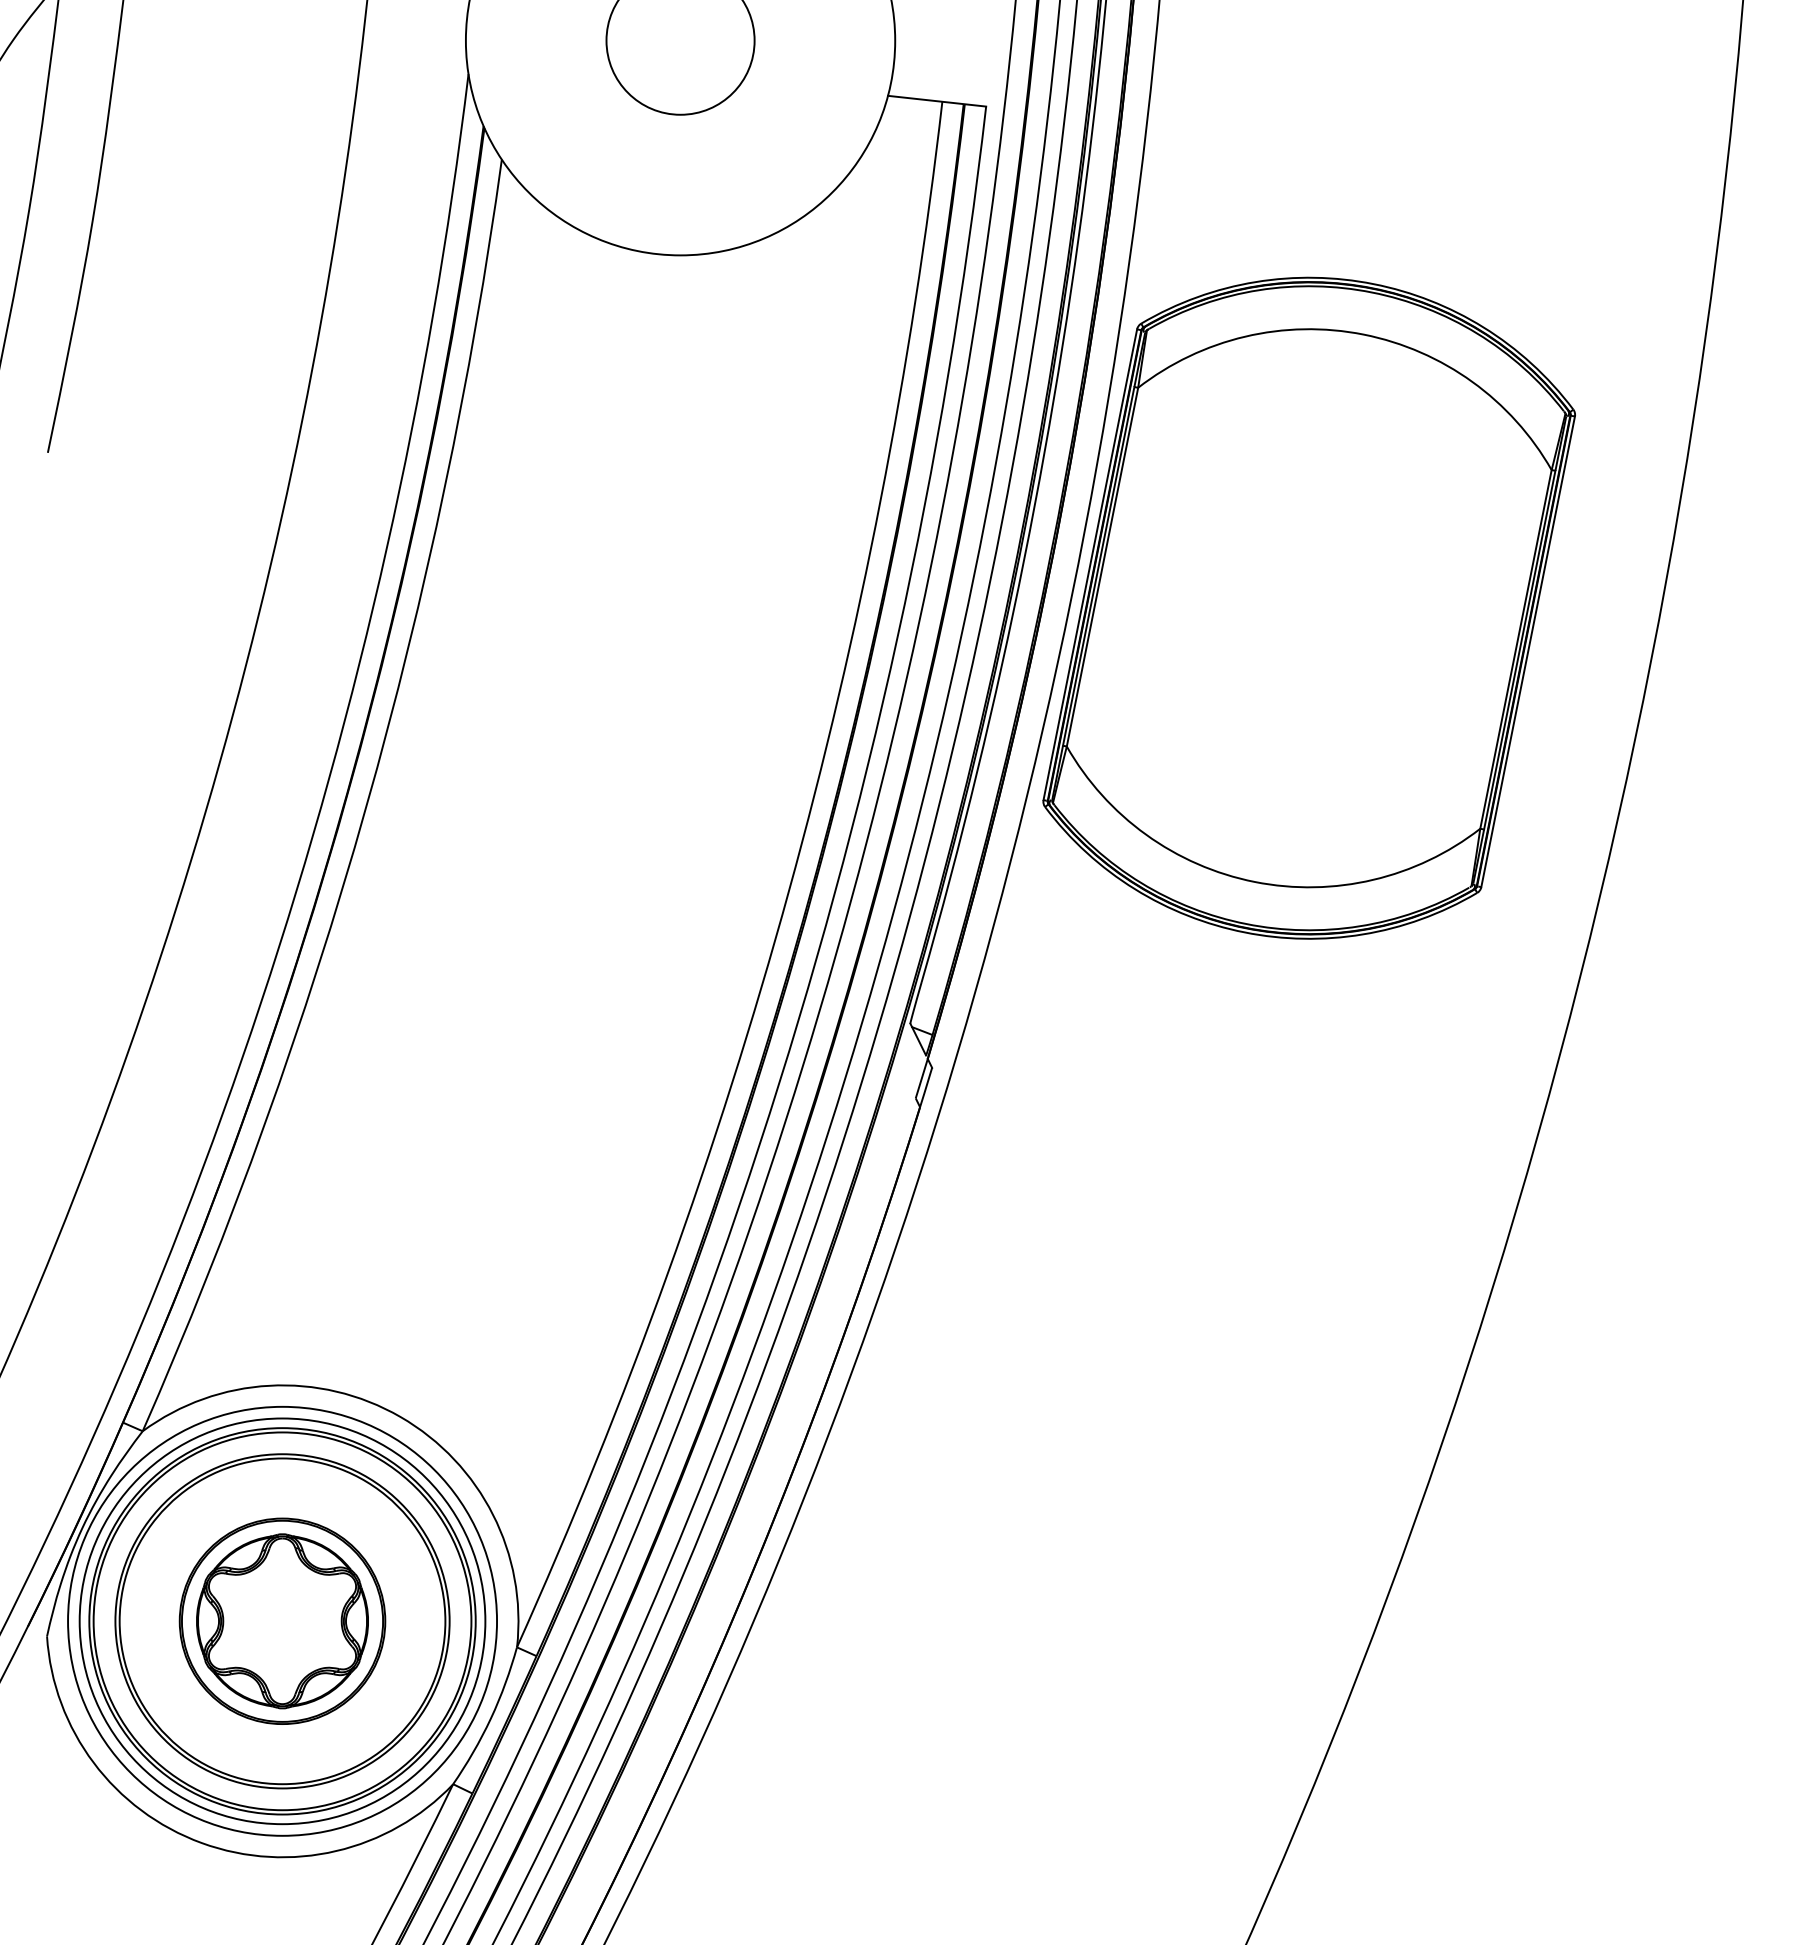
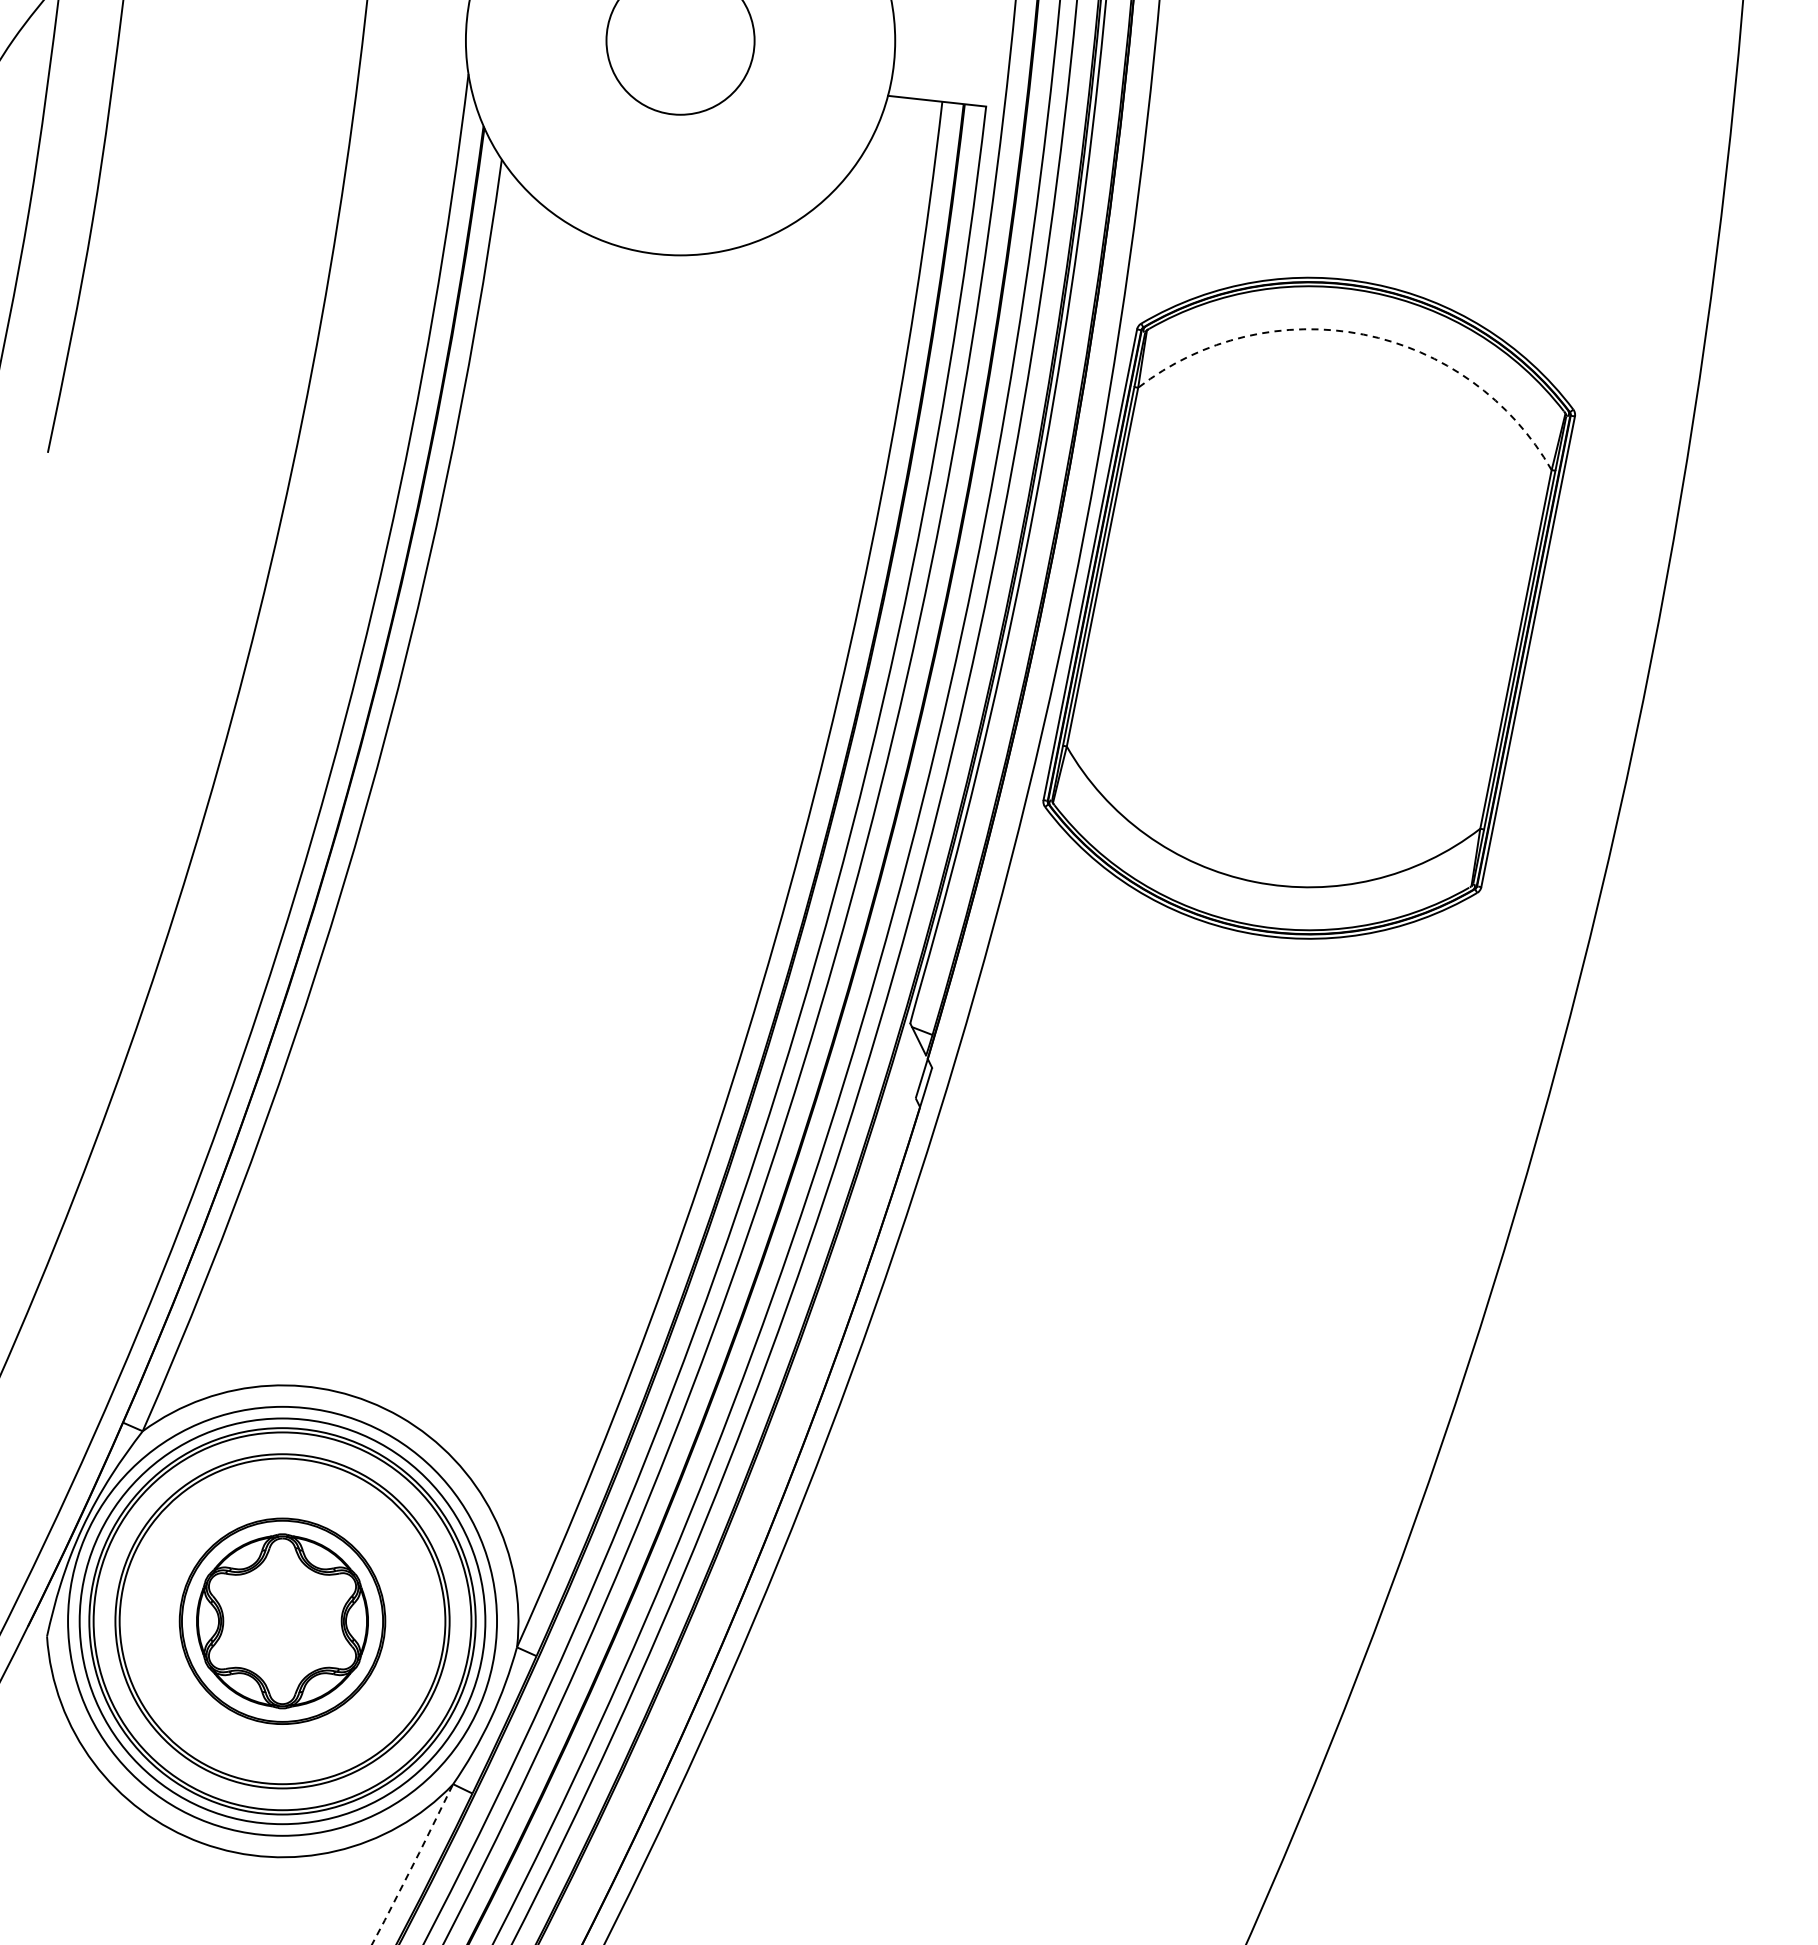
arc at (1363, 334): solid -> dashed
arc at (413, 1863): solid -> dashed
